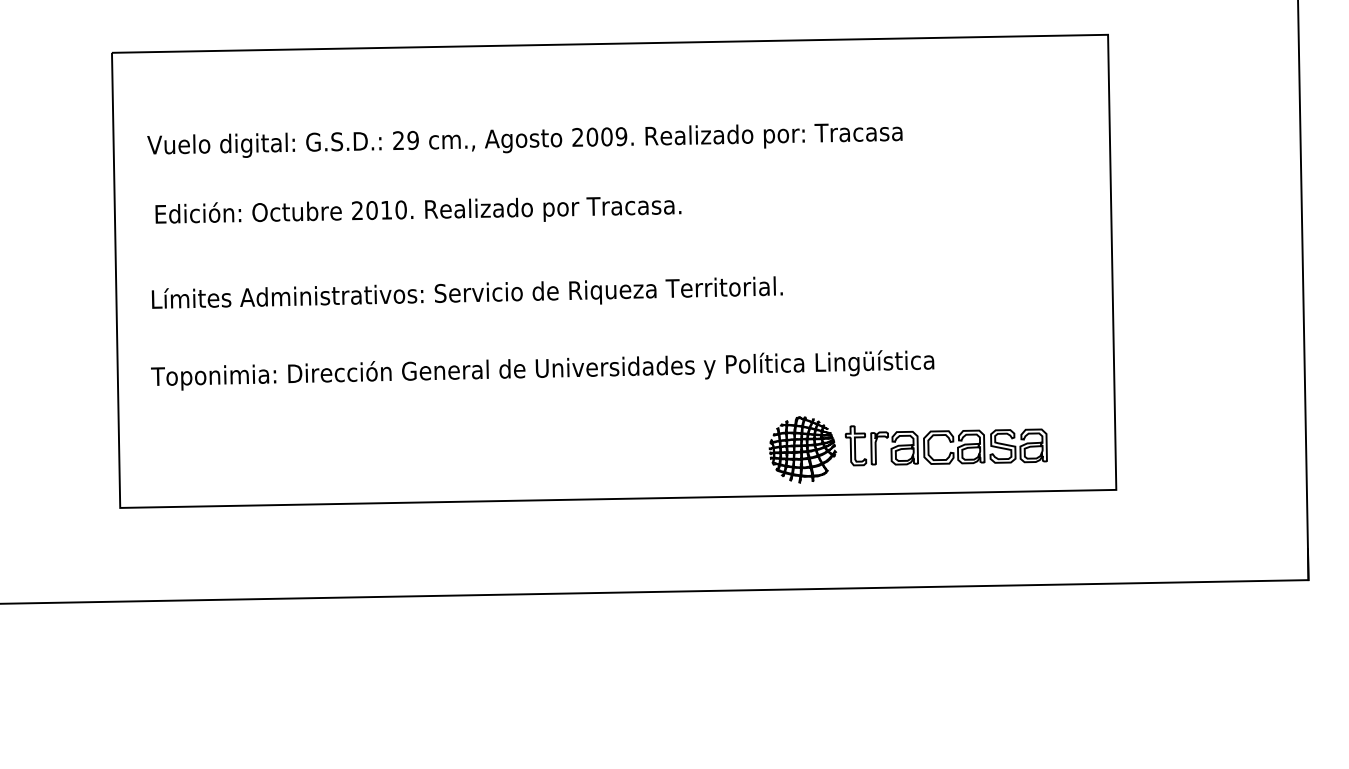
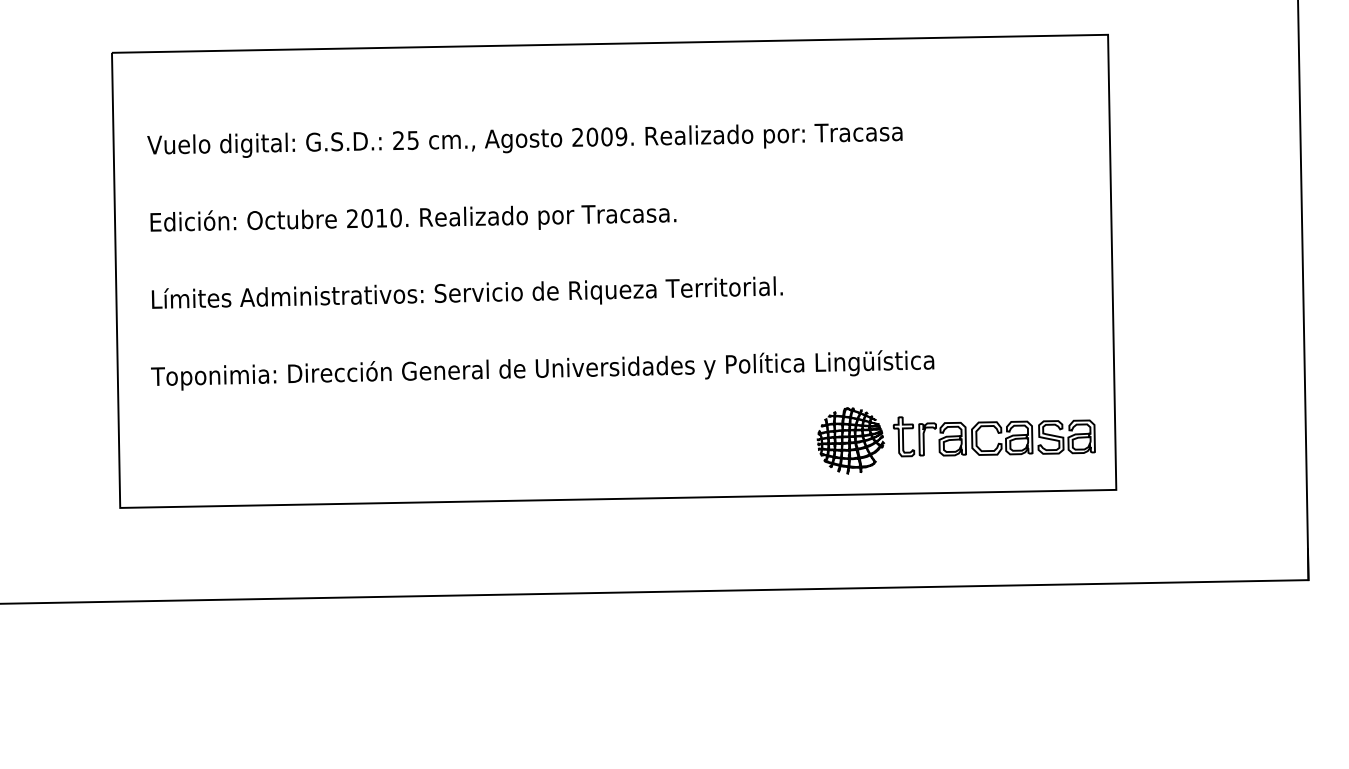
text at (412, 139): 29 -> 25
text at (418, 210) position: (418, 210) -> (413, 218)
part at (907, 449) position: (907, 449) -> (955, 440)
